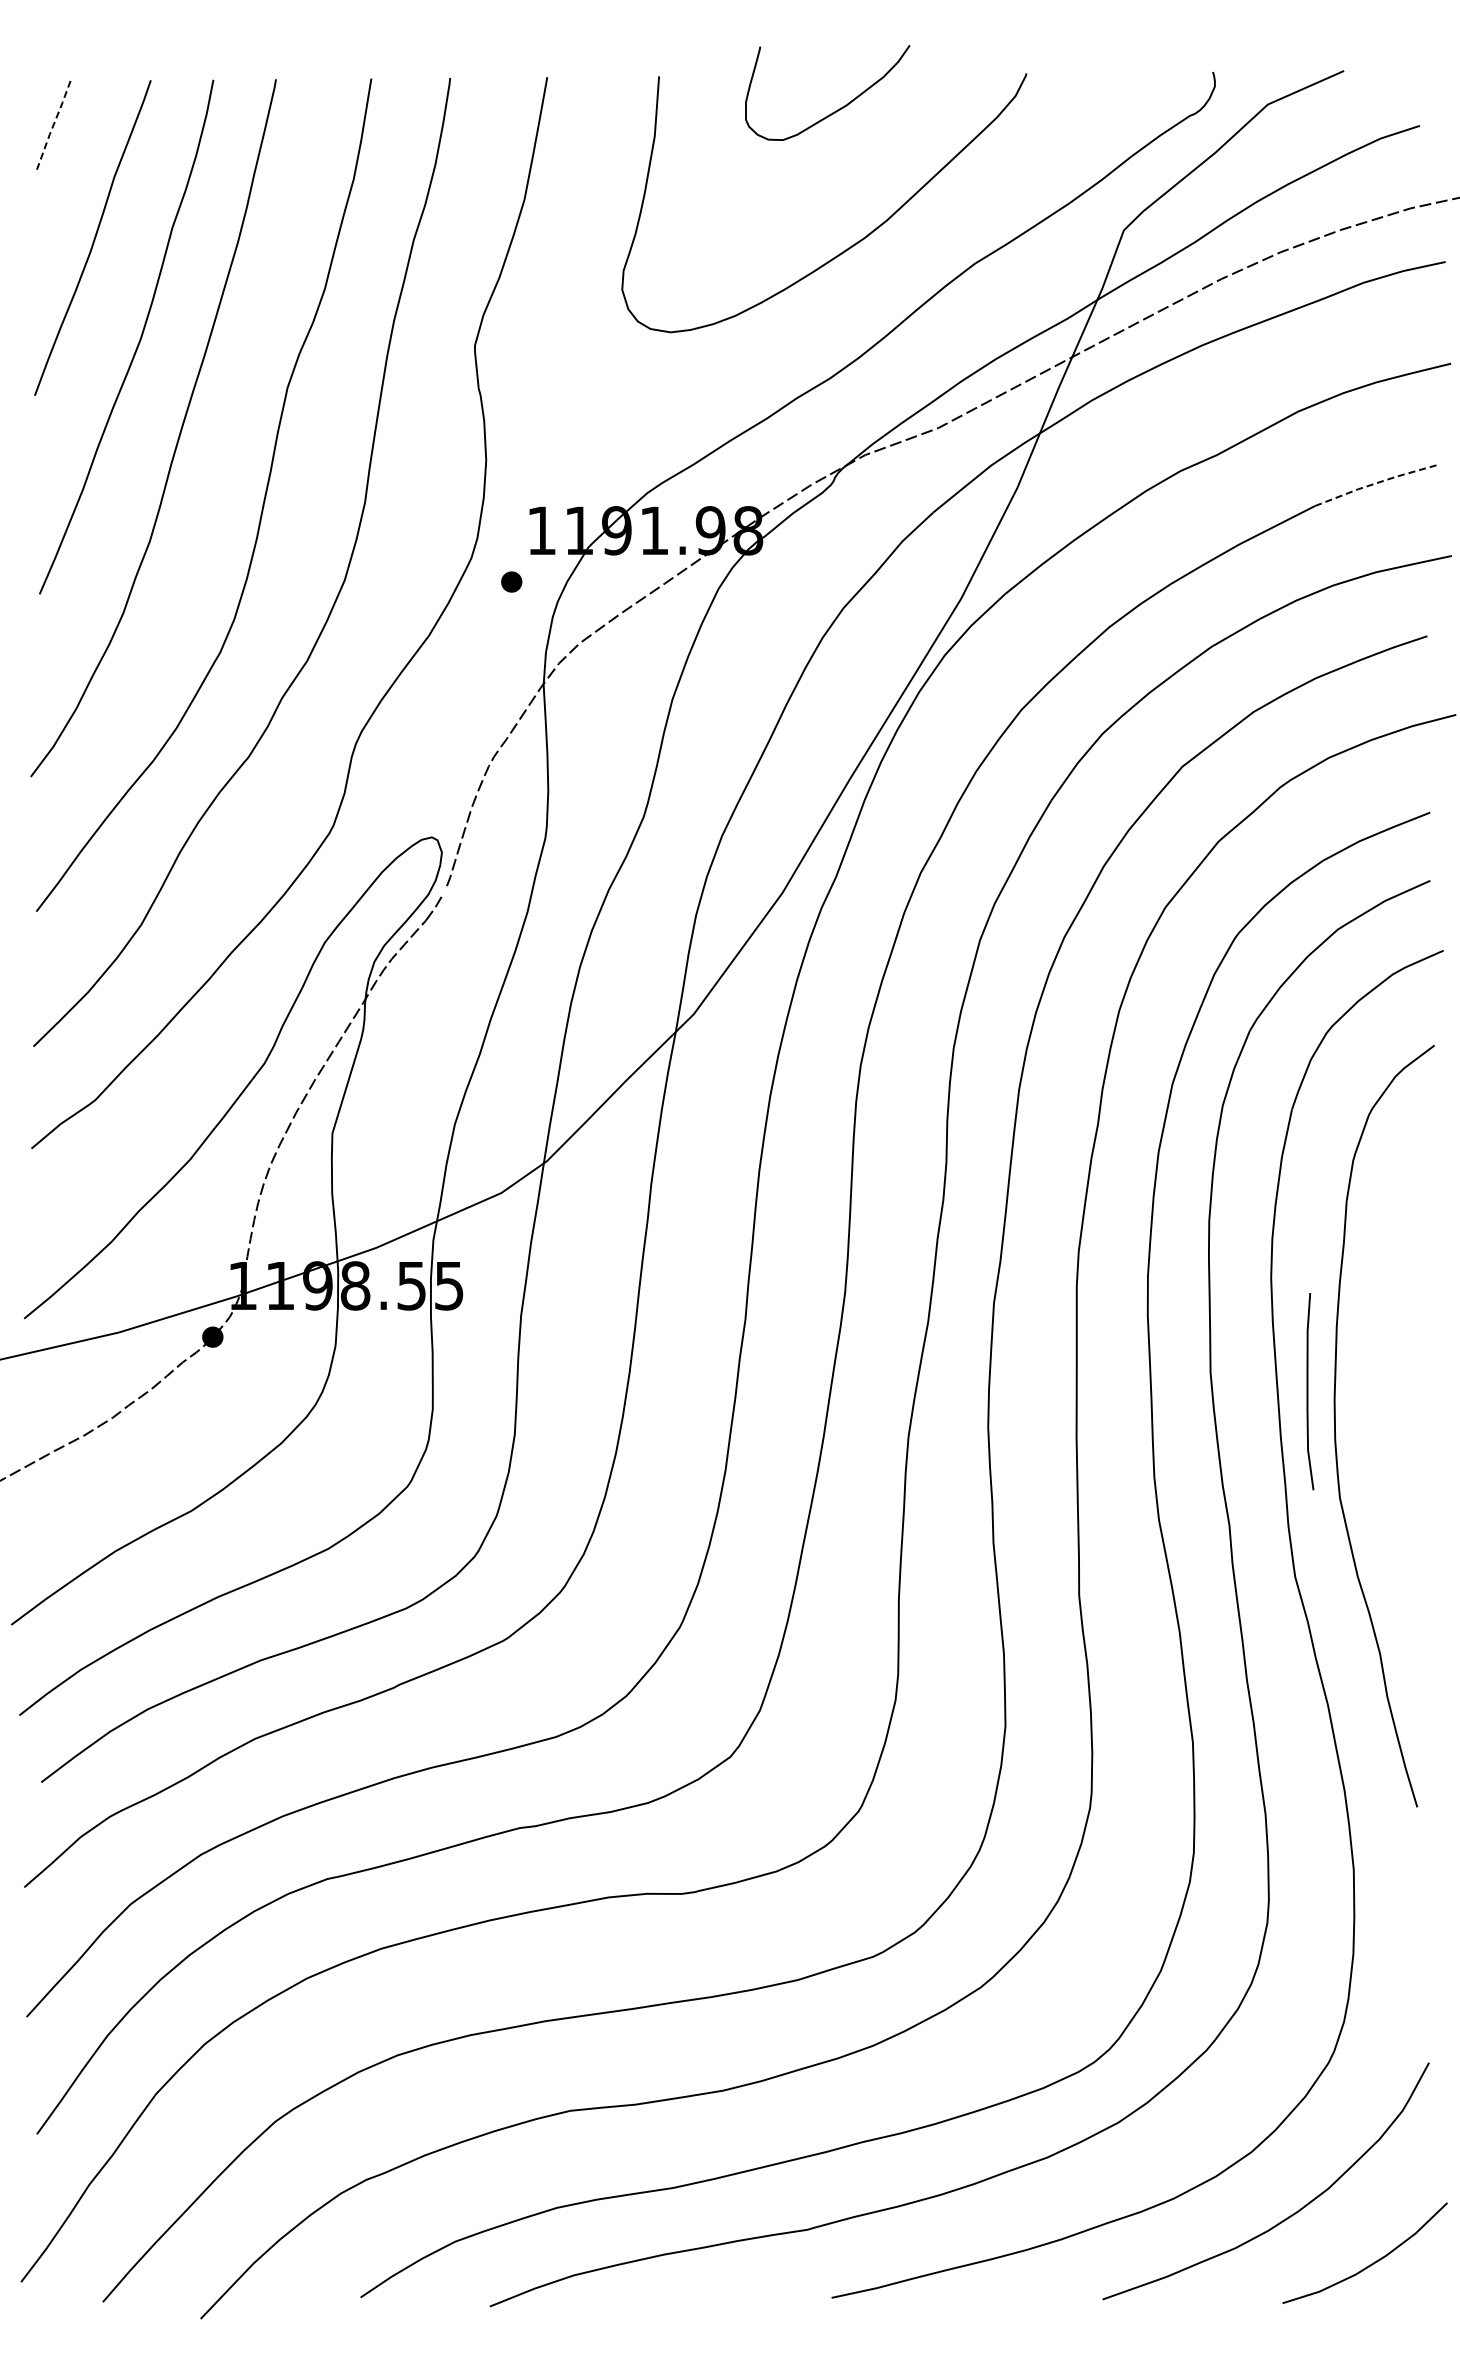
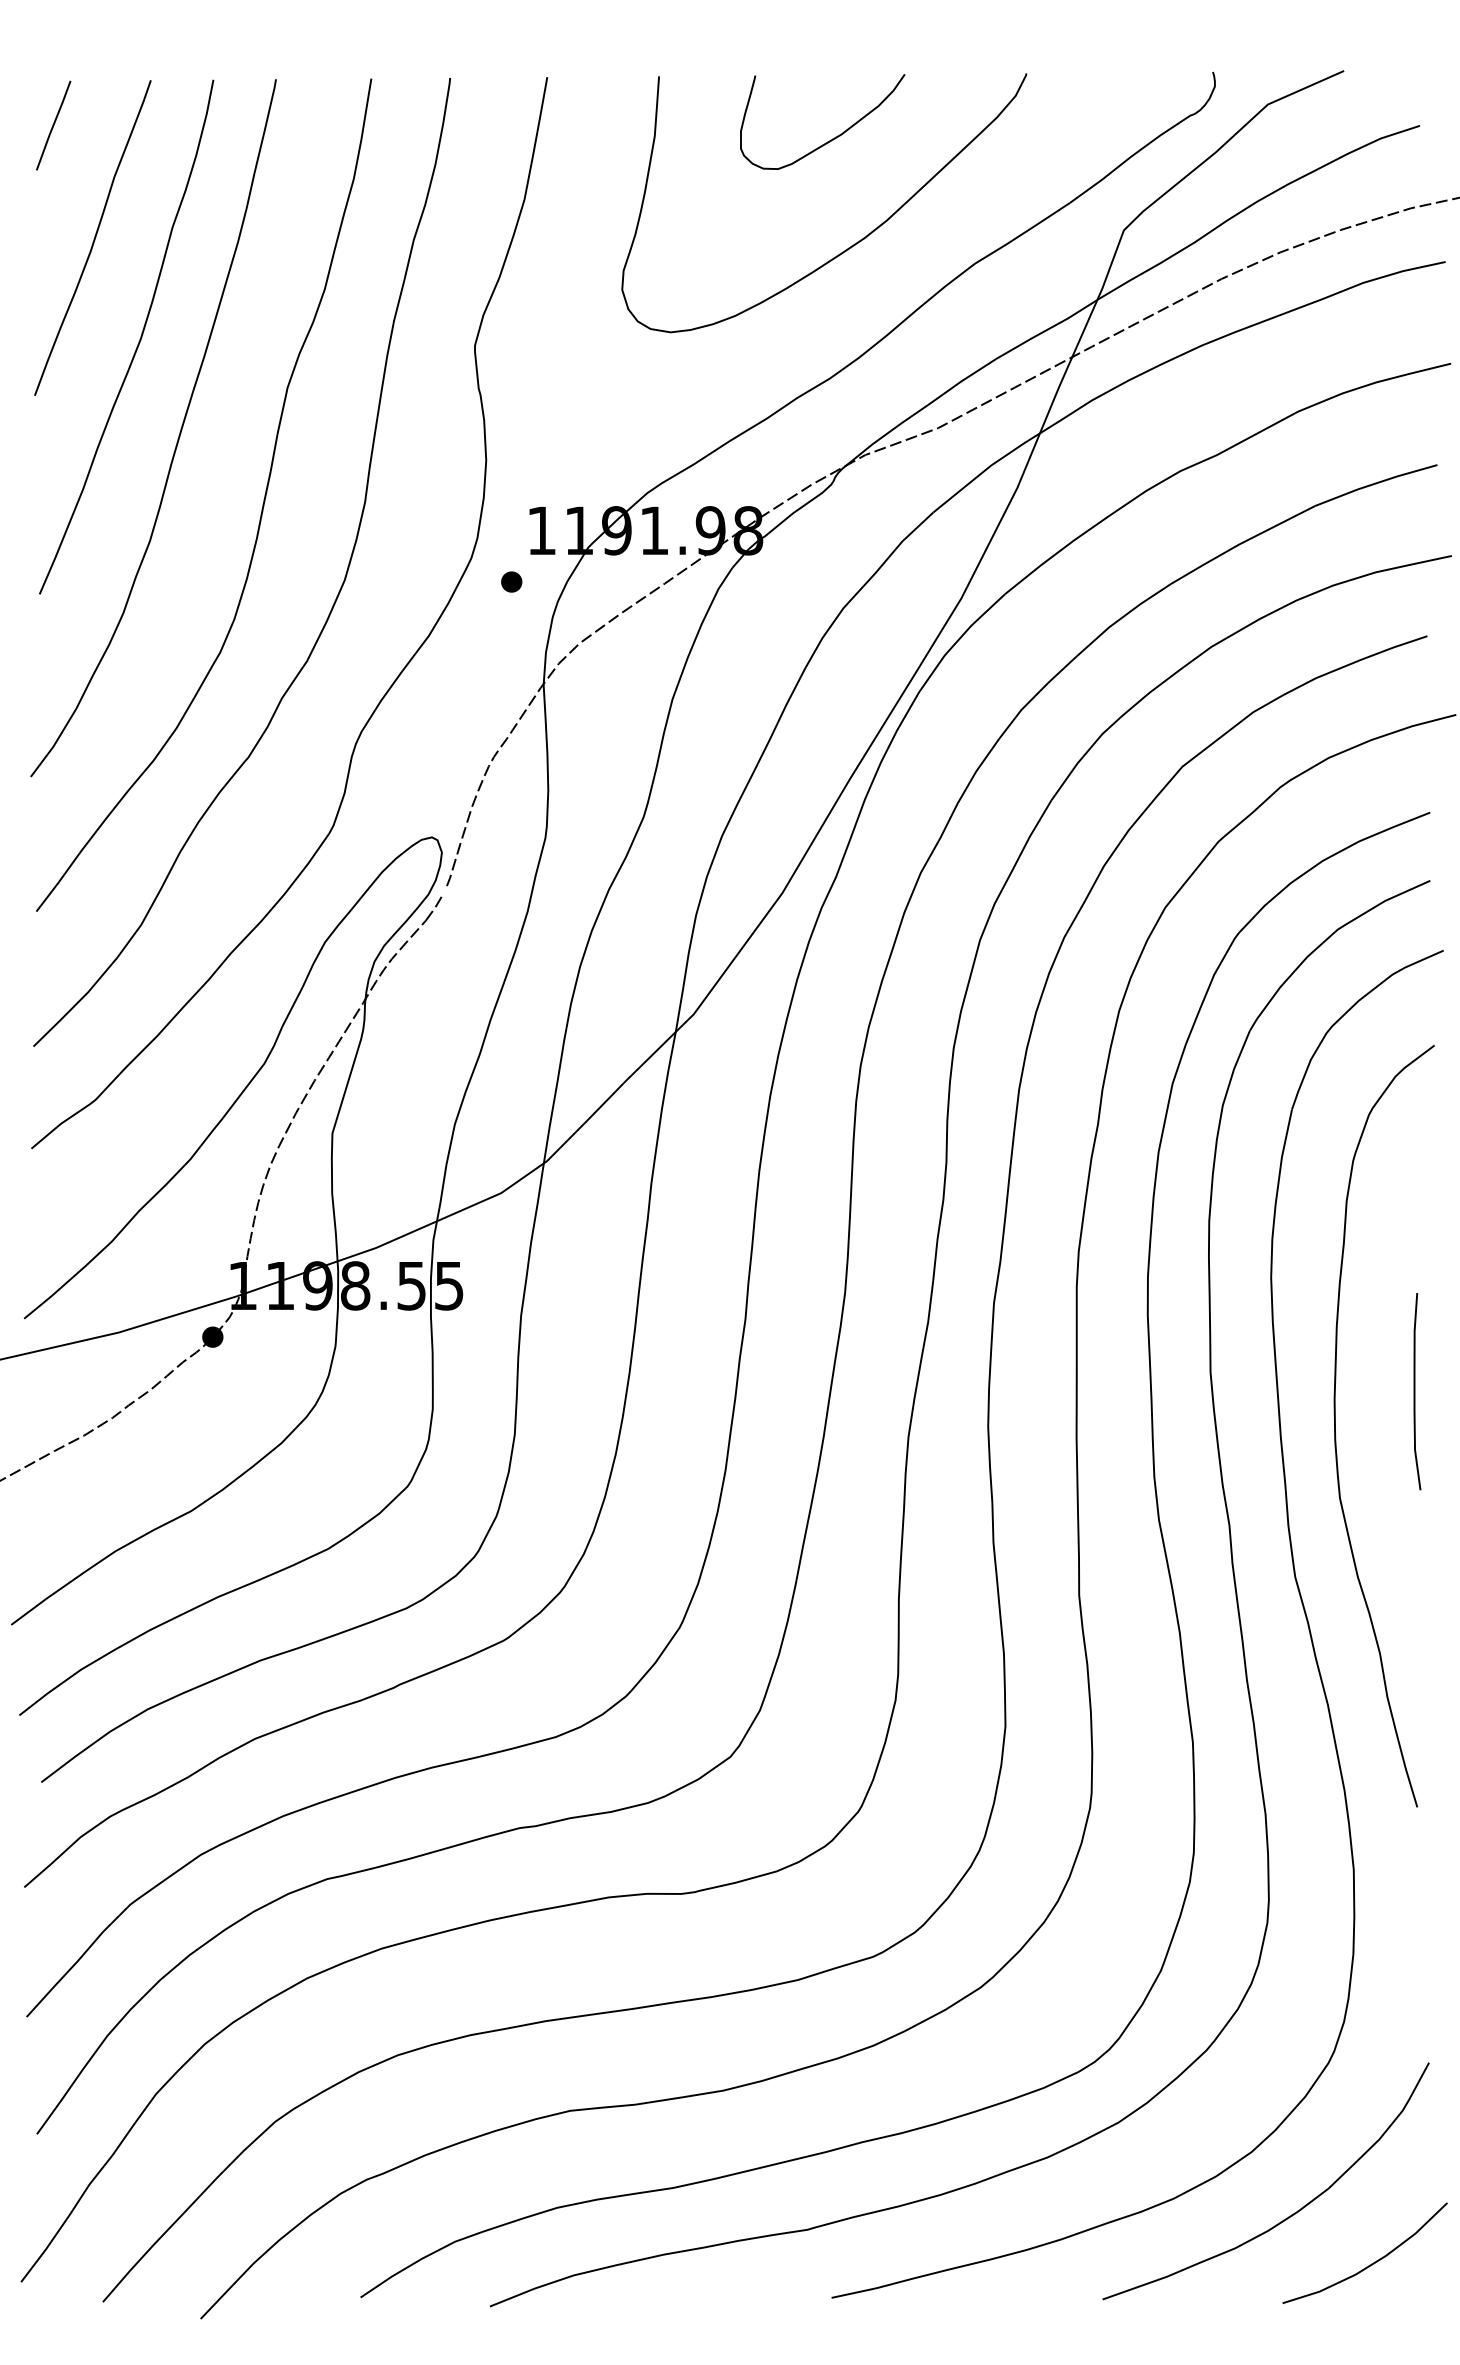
curve at (835, 110) position: (835, 110) -> (830, 139)
line at (53, 125): dashed -> solid
line at (1376, 483): dashed -> solid
curve at (1308, 1391) position: (1308, 1391) -> (1415, 1391)
